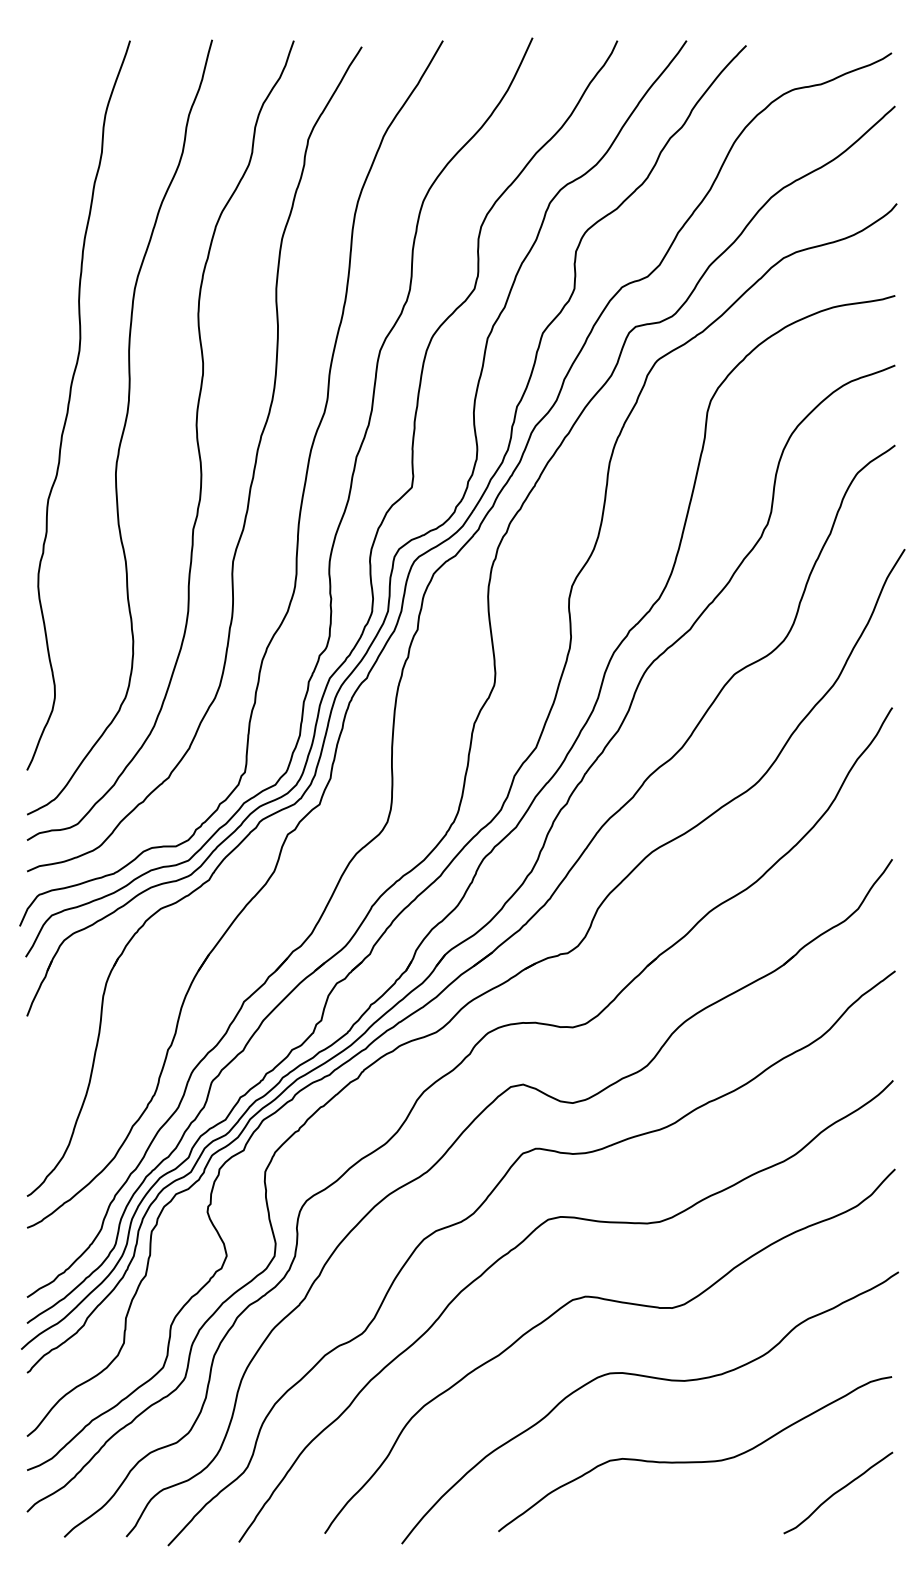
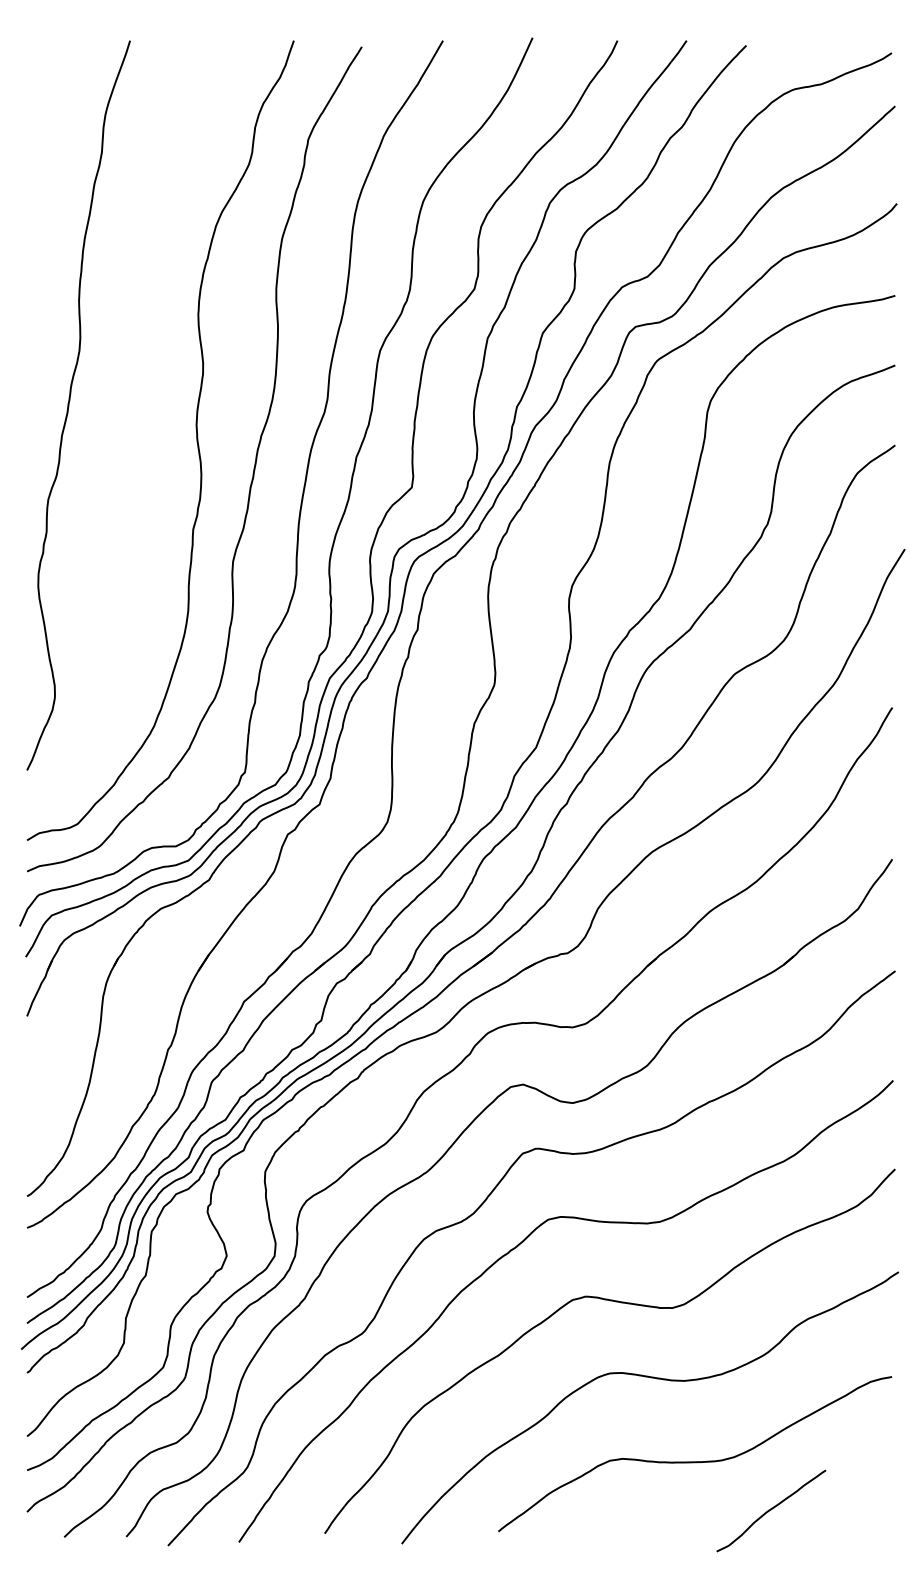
curve at (123, 427): present -> none
curve at (838, 1492) position: (838, 1492) -> (771, 1510)
